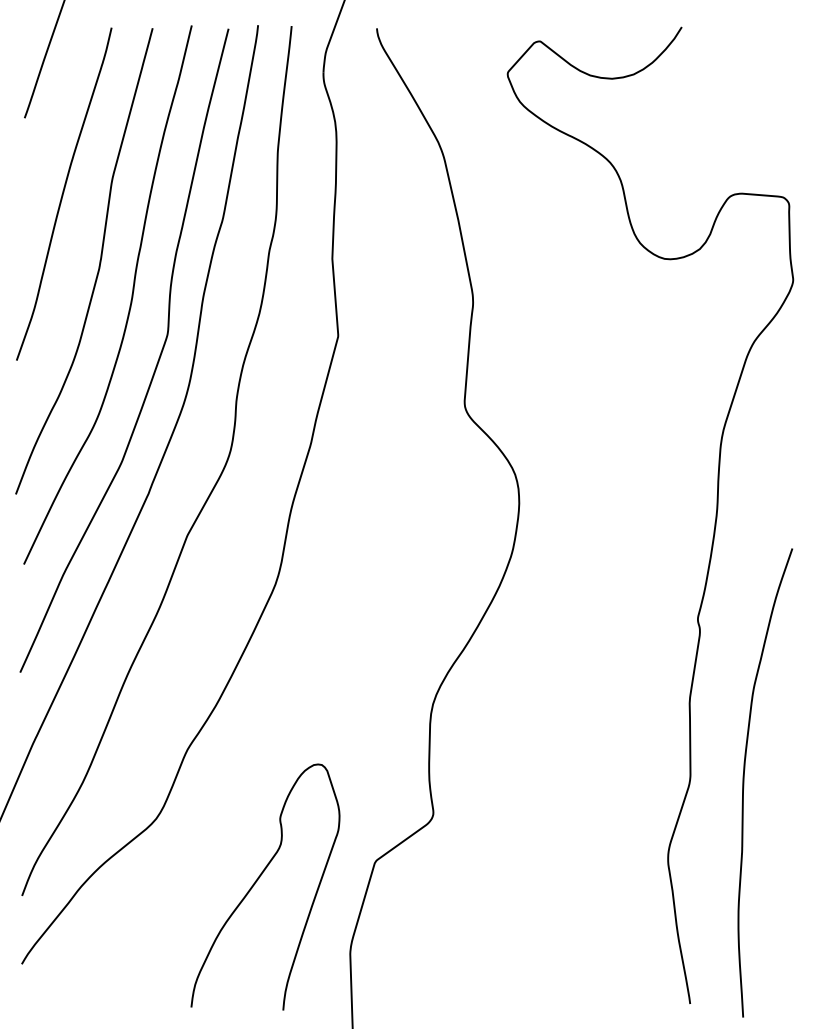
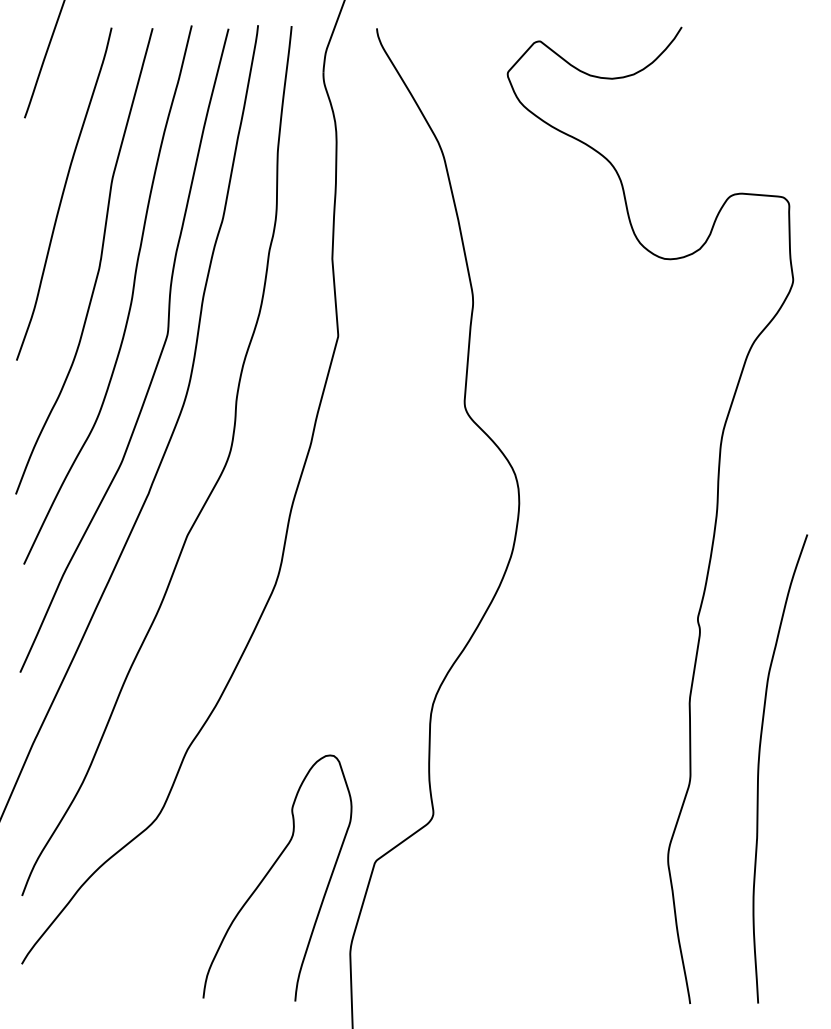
curve at (744, 782) position: (744, 782) -> (759, 768)
curve at (257, 881) position: (257, 881) -> (269, 872)
